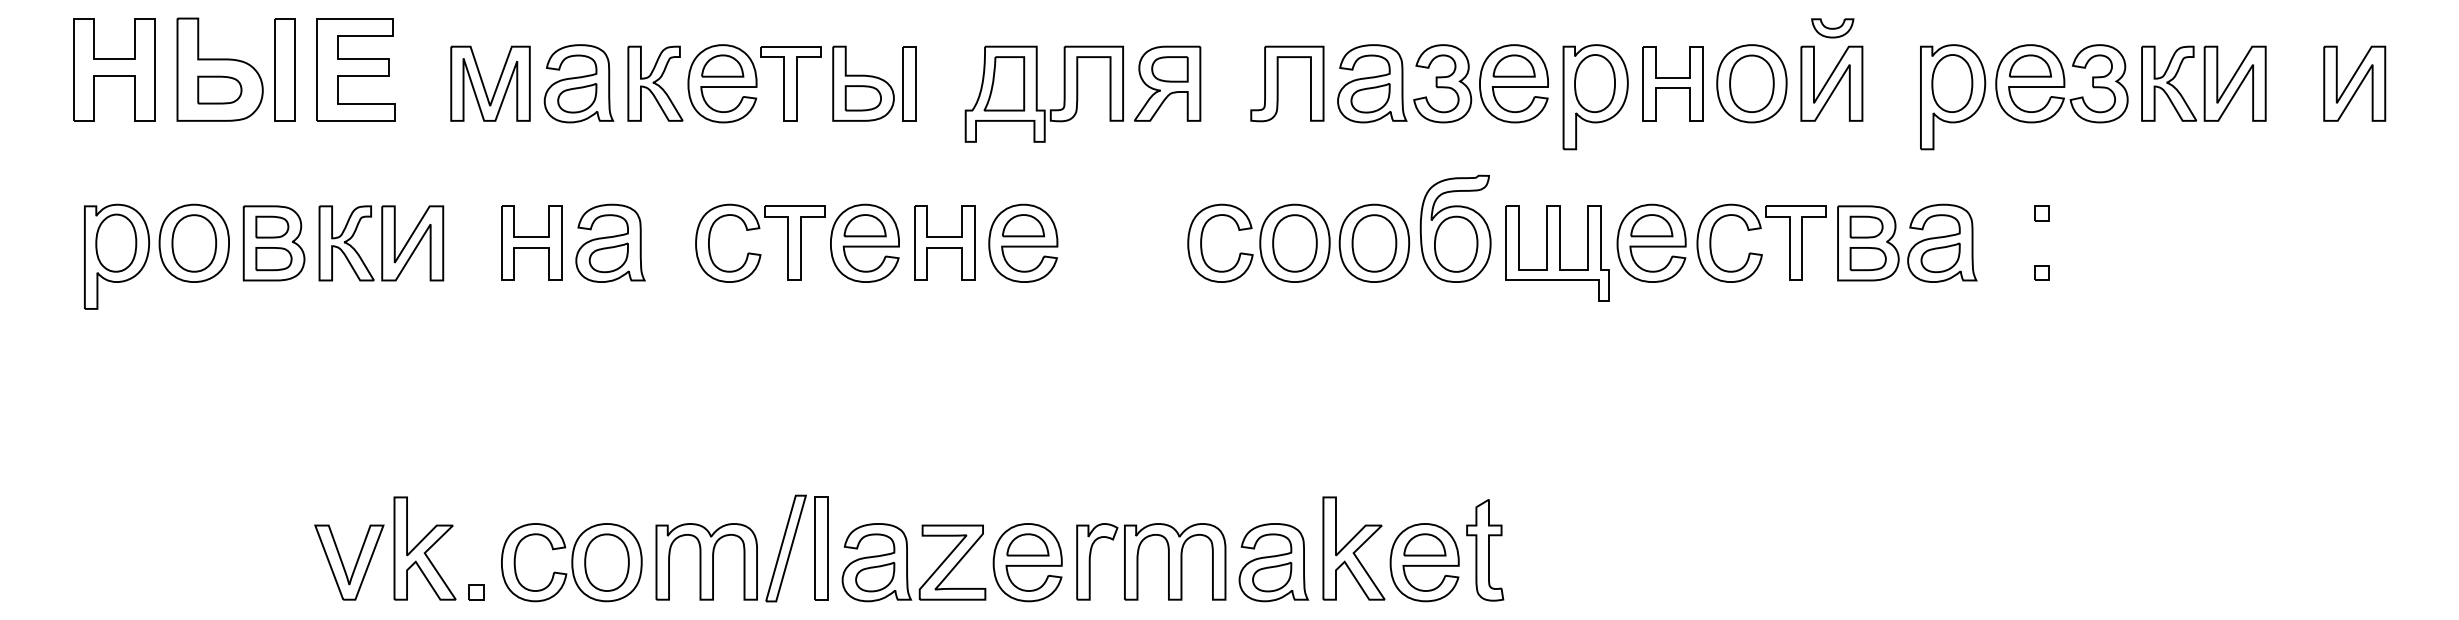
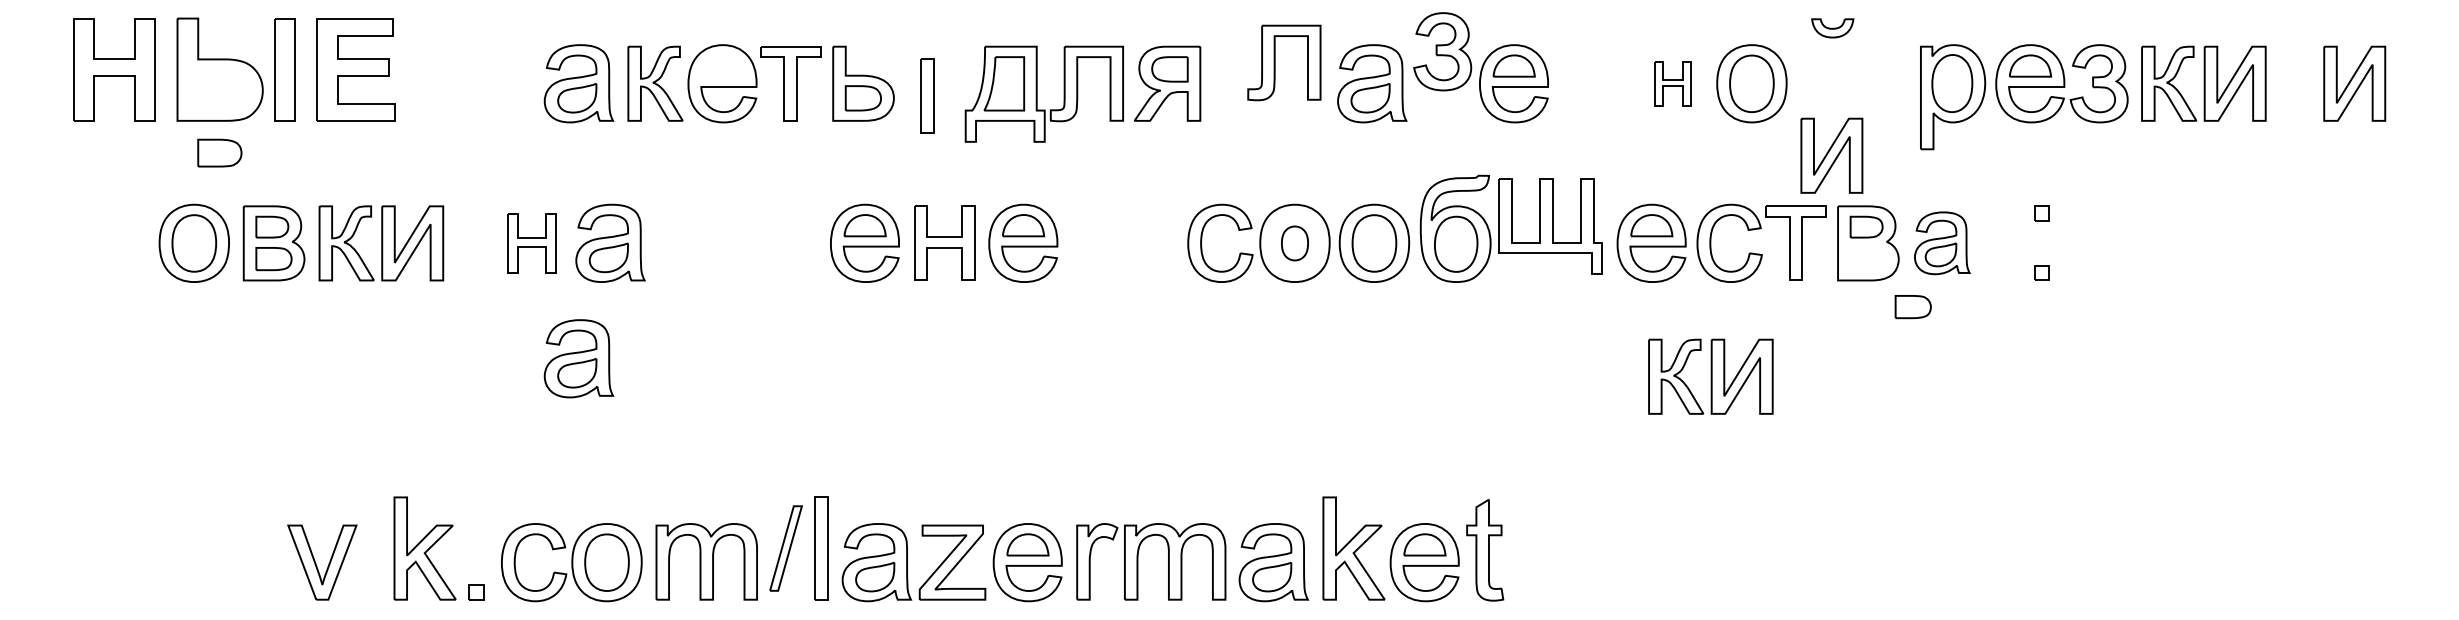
part at (722, 65): present -> none
part at (909, 83) position: (909, 83) -> (927, 95)
part at (1278, 83) position: (1278, 83) -> (1275, 62)
part at (1442, 83) position: (1442, 83) -> (1442, 51)
part at (1672, 83) size: 62x76 px -> 38x46 px
part at (1831, 83) position: (1831, 83) -> (1831, 155)
part at (484, 85): present -> none
part at (219, 89) position: (219, 89) -> (219, 152)
part at (1595, 97): present -> none
part at (531, 242) size: 62x76 px -> 50x61 px
part at (1942, 242) size: 71x80 px -> 57x65 px
part at (1294, 243) size: 46x59 px -> 28x37 px
part at (758, 253): present -> none
part at (1557, 253) position: (1557, 253) -> (1550, 226)
part at (116, 256): present -> none
part at (1867, 259) position: (1867, 259) -> (1912, 307)
part at (578, 358): none -> present
part at (1710, 376): none -> present
part at (785, 548) size: 42x109 px -> 34x87 px
part at (343, 563) position: (343, 563) -> (316, 563)
